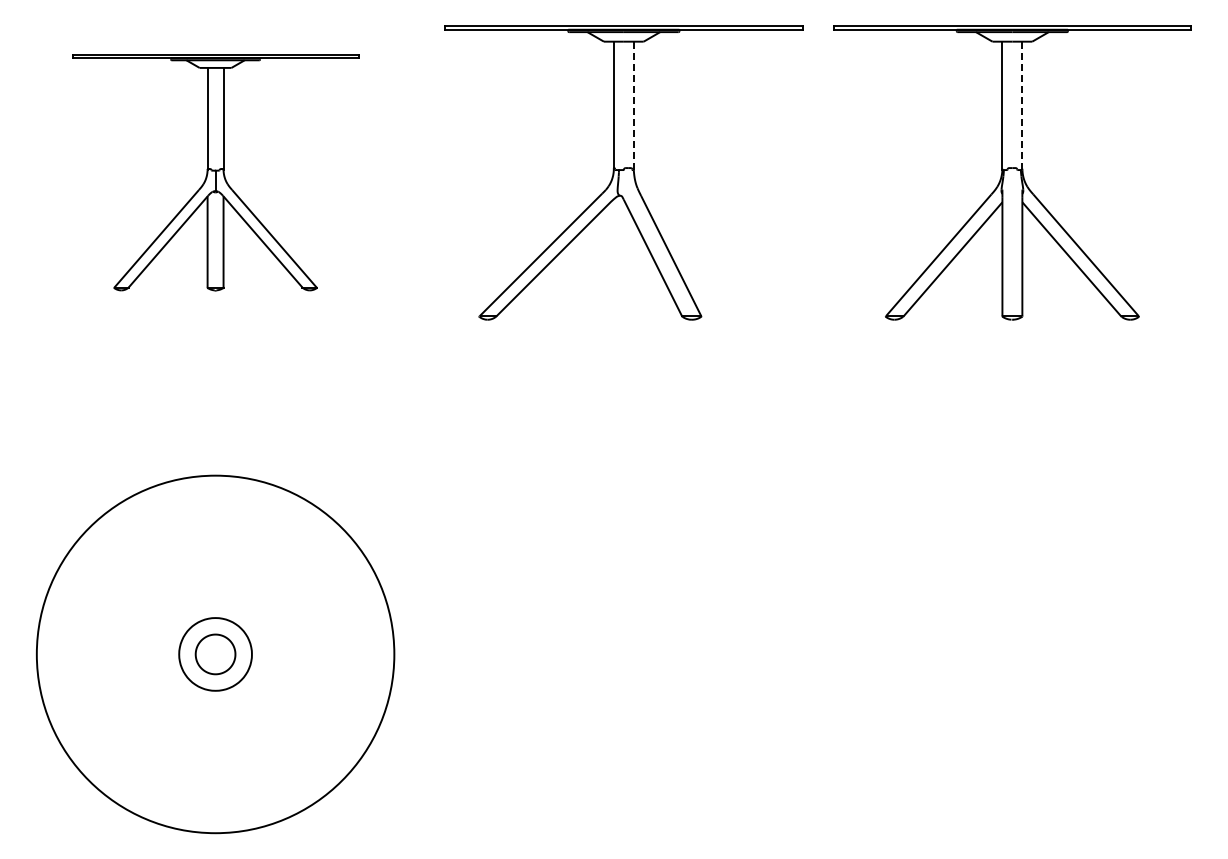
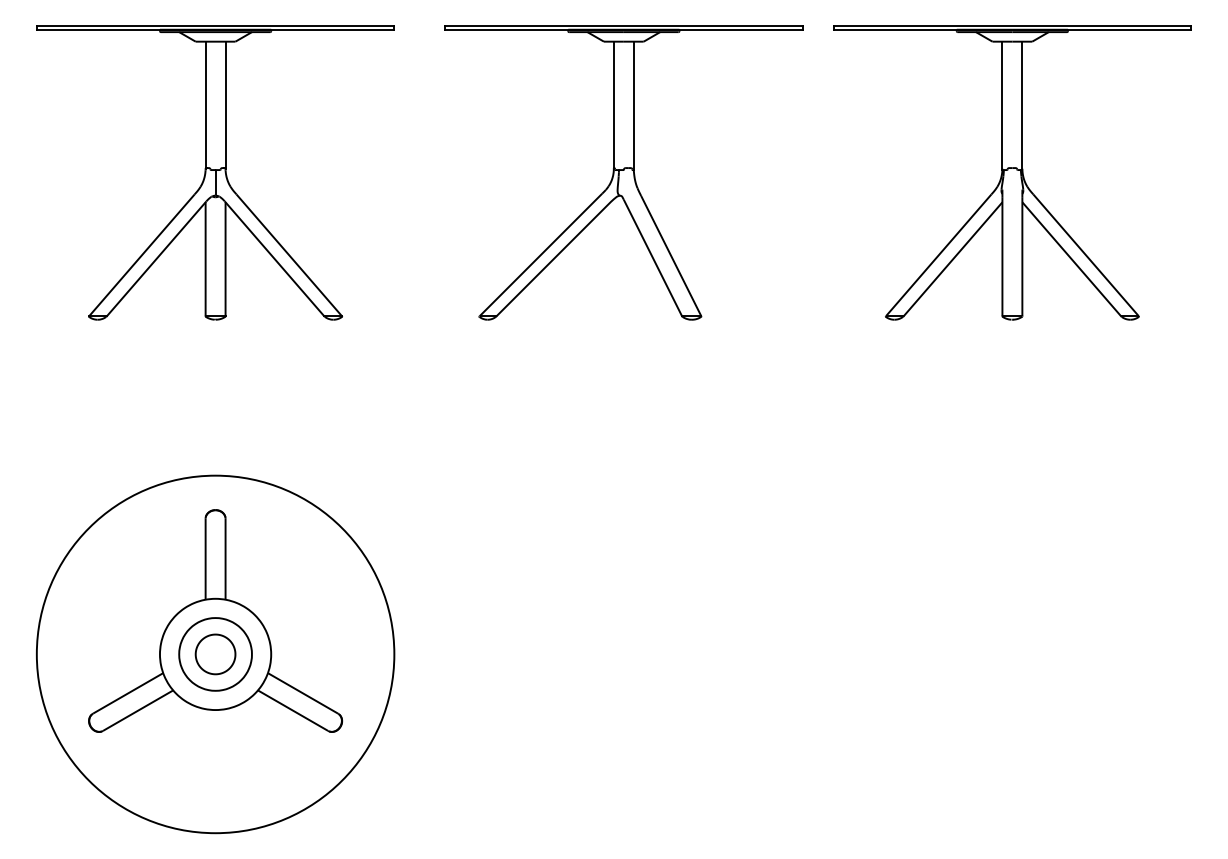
line at (633, 105): dashed -> solid
line at (1022, 106): dashed -> solid
part at (215, 172) size: 288x238 px -> 359x296 px
part at (215, 620): none -> present
